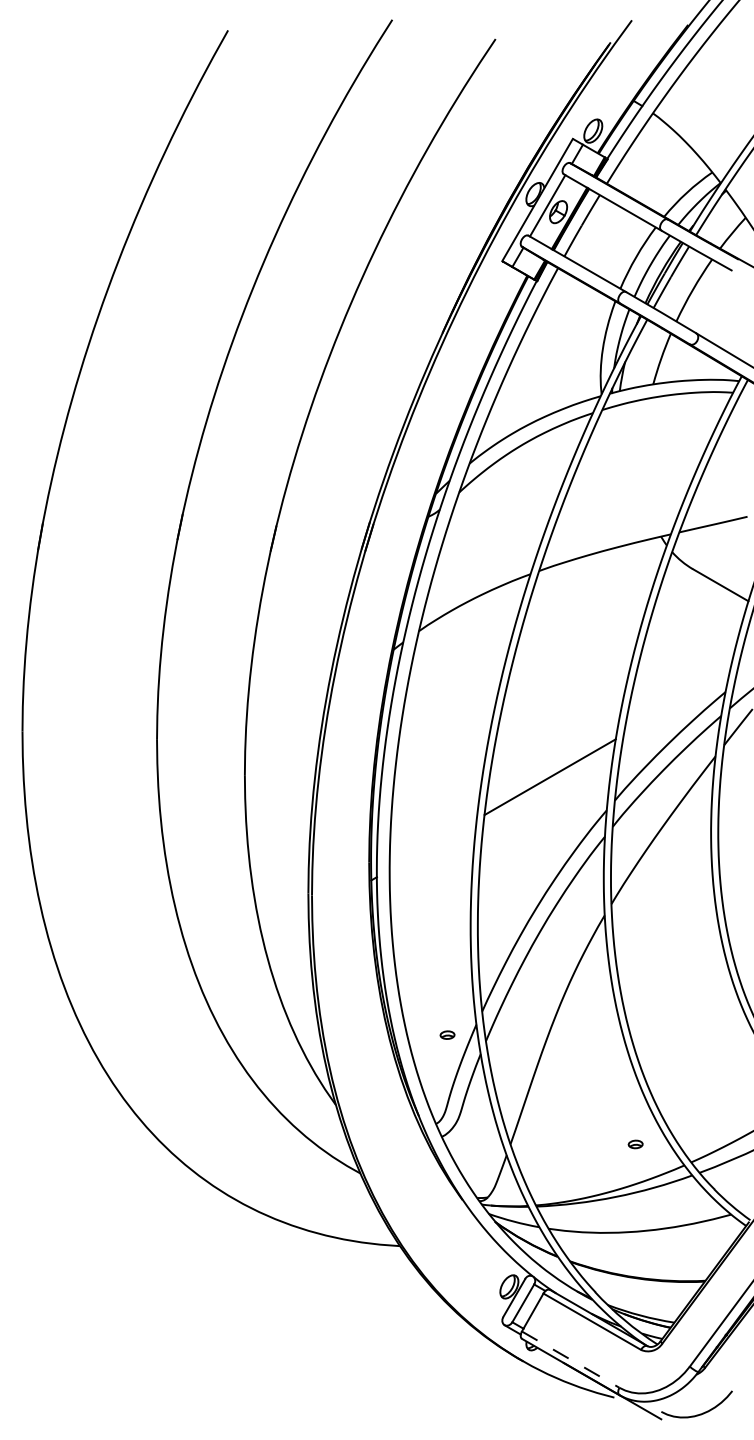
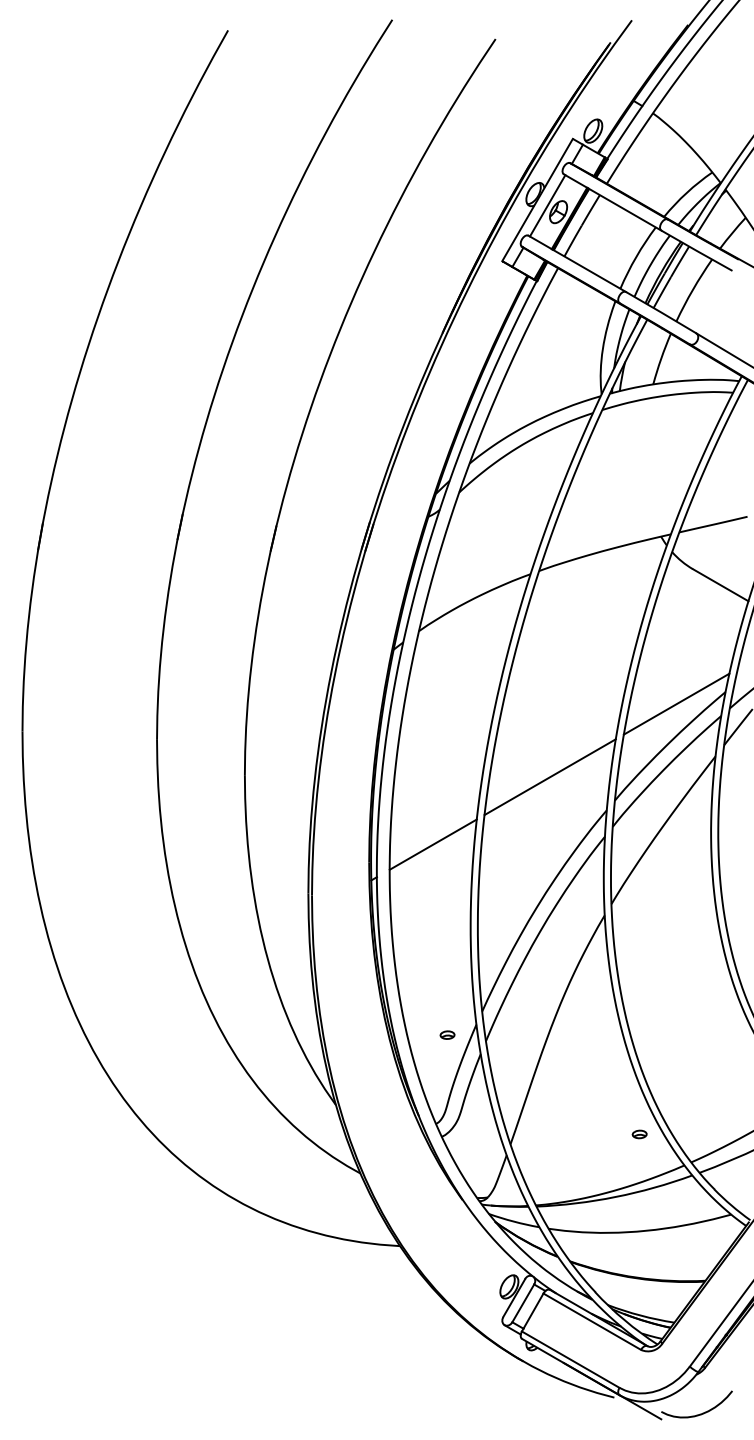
line at (676, 703): none -> present
line at (432, 844): none -> present
part at (635, 1144) position: (635, 1144) -> (639, 1134)
line at (571, 1359): dashed -> solid
